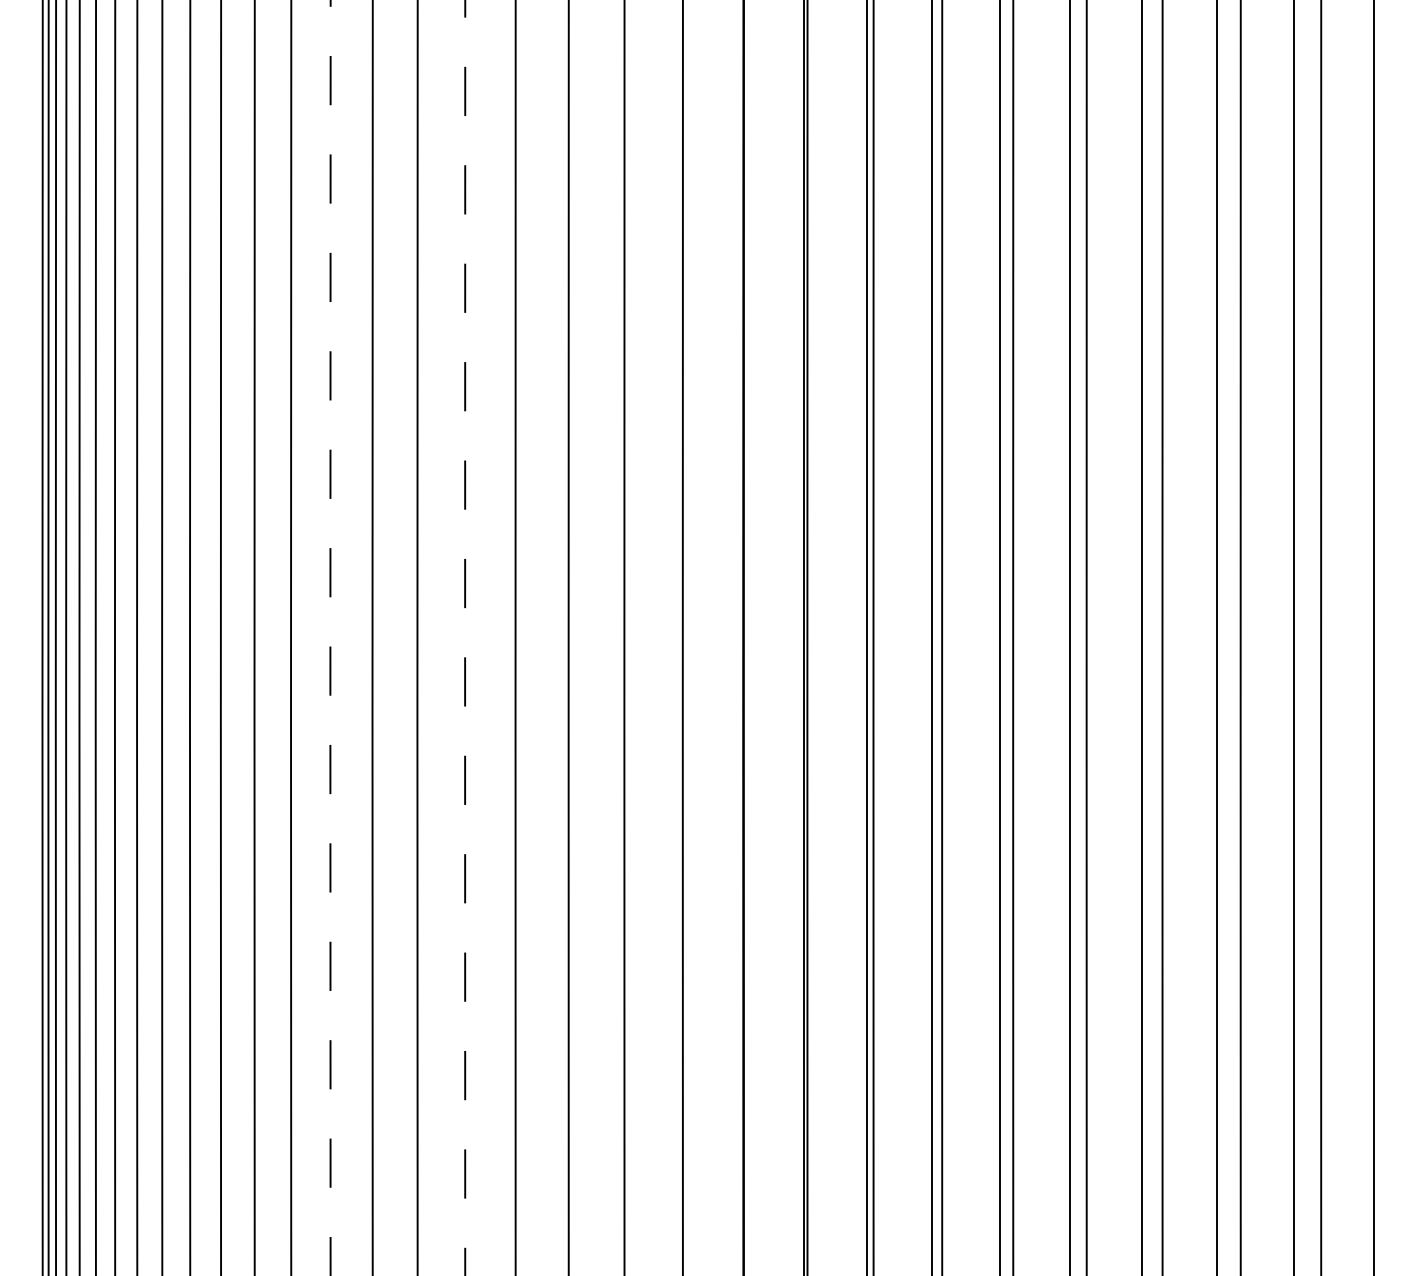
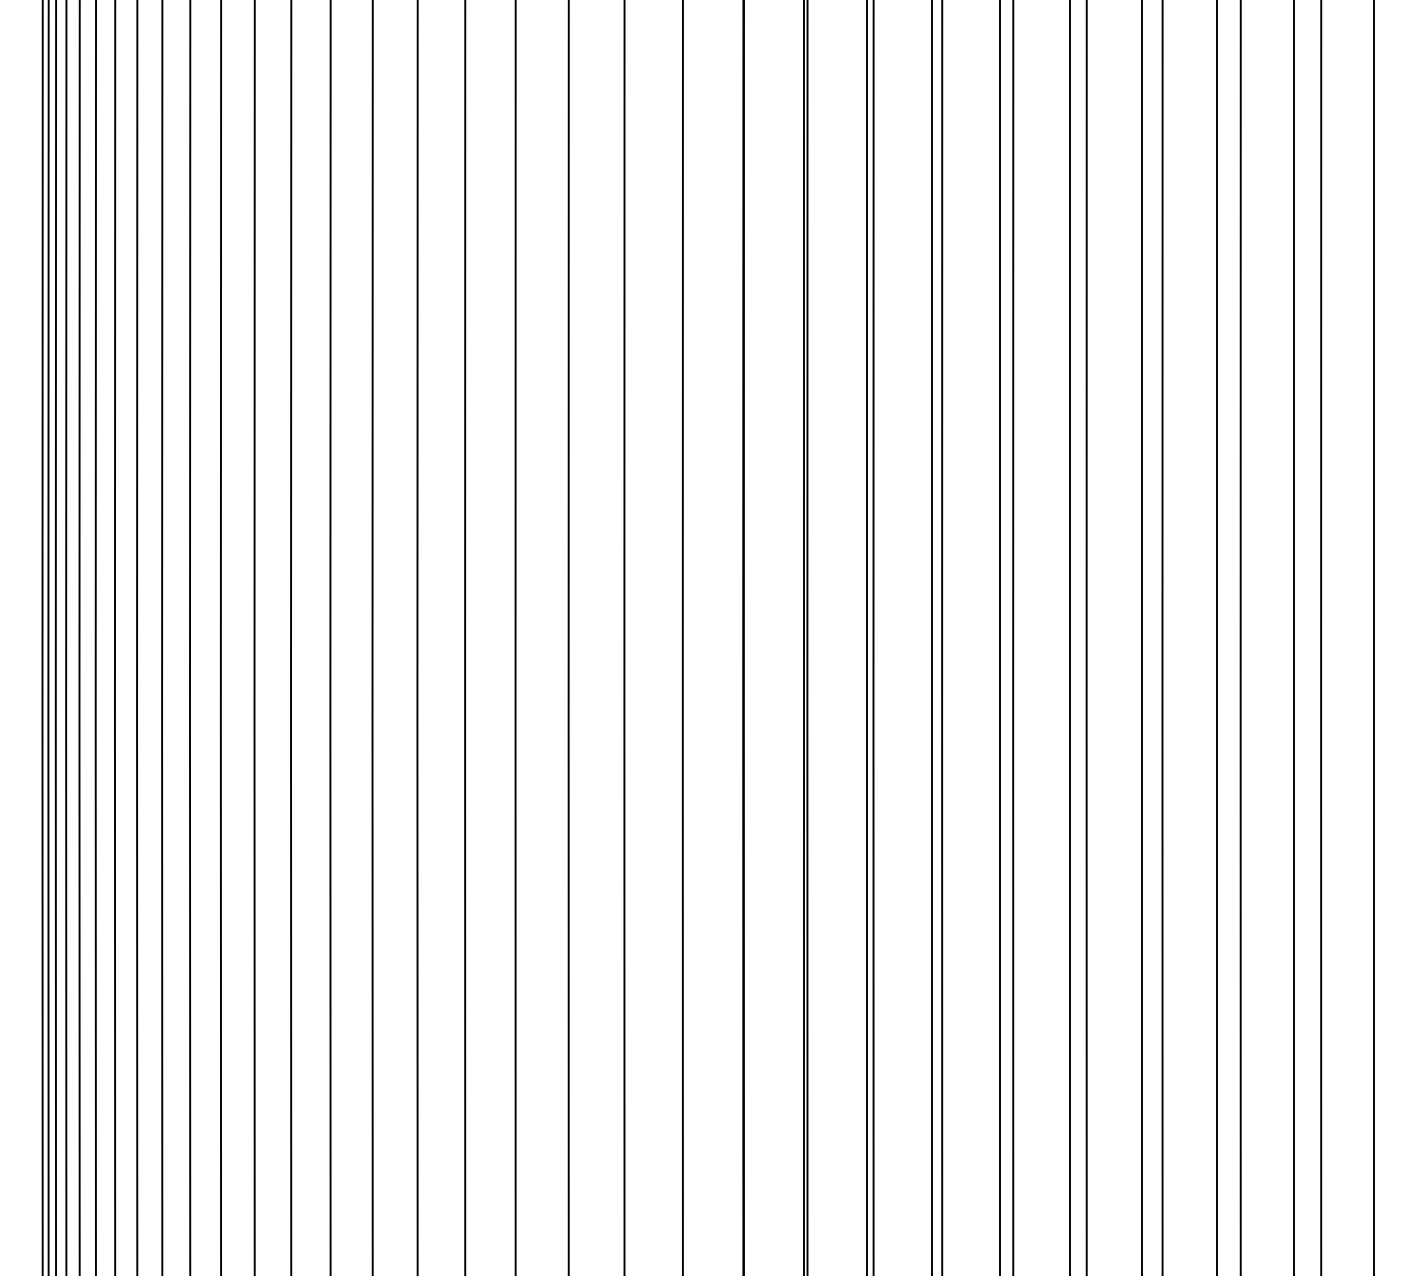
line at (330, 639): dashed -> solid
line at (465, 639): dashed -> solid
